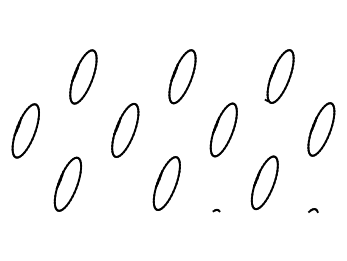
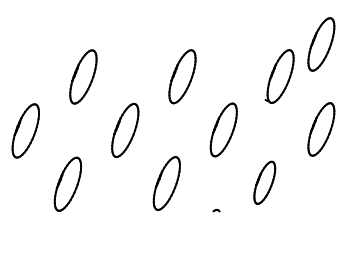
part at (321, 44): none -> present
part at (264, 182) size: 29x56 px -> 24x45 px
part at (313, 210): present -> none
